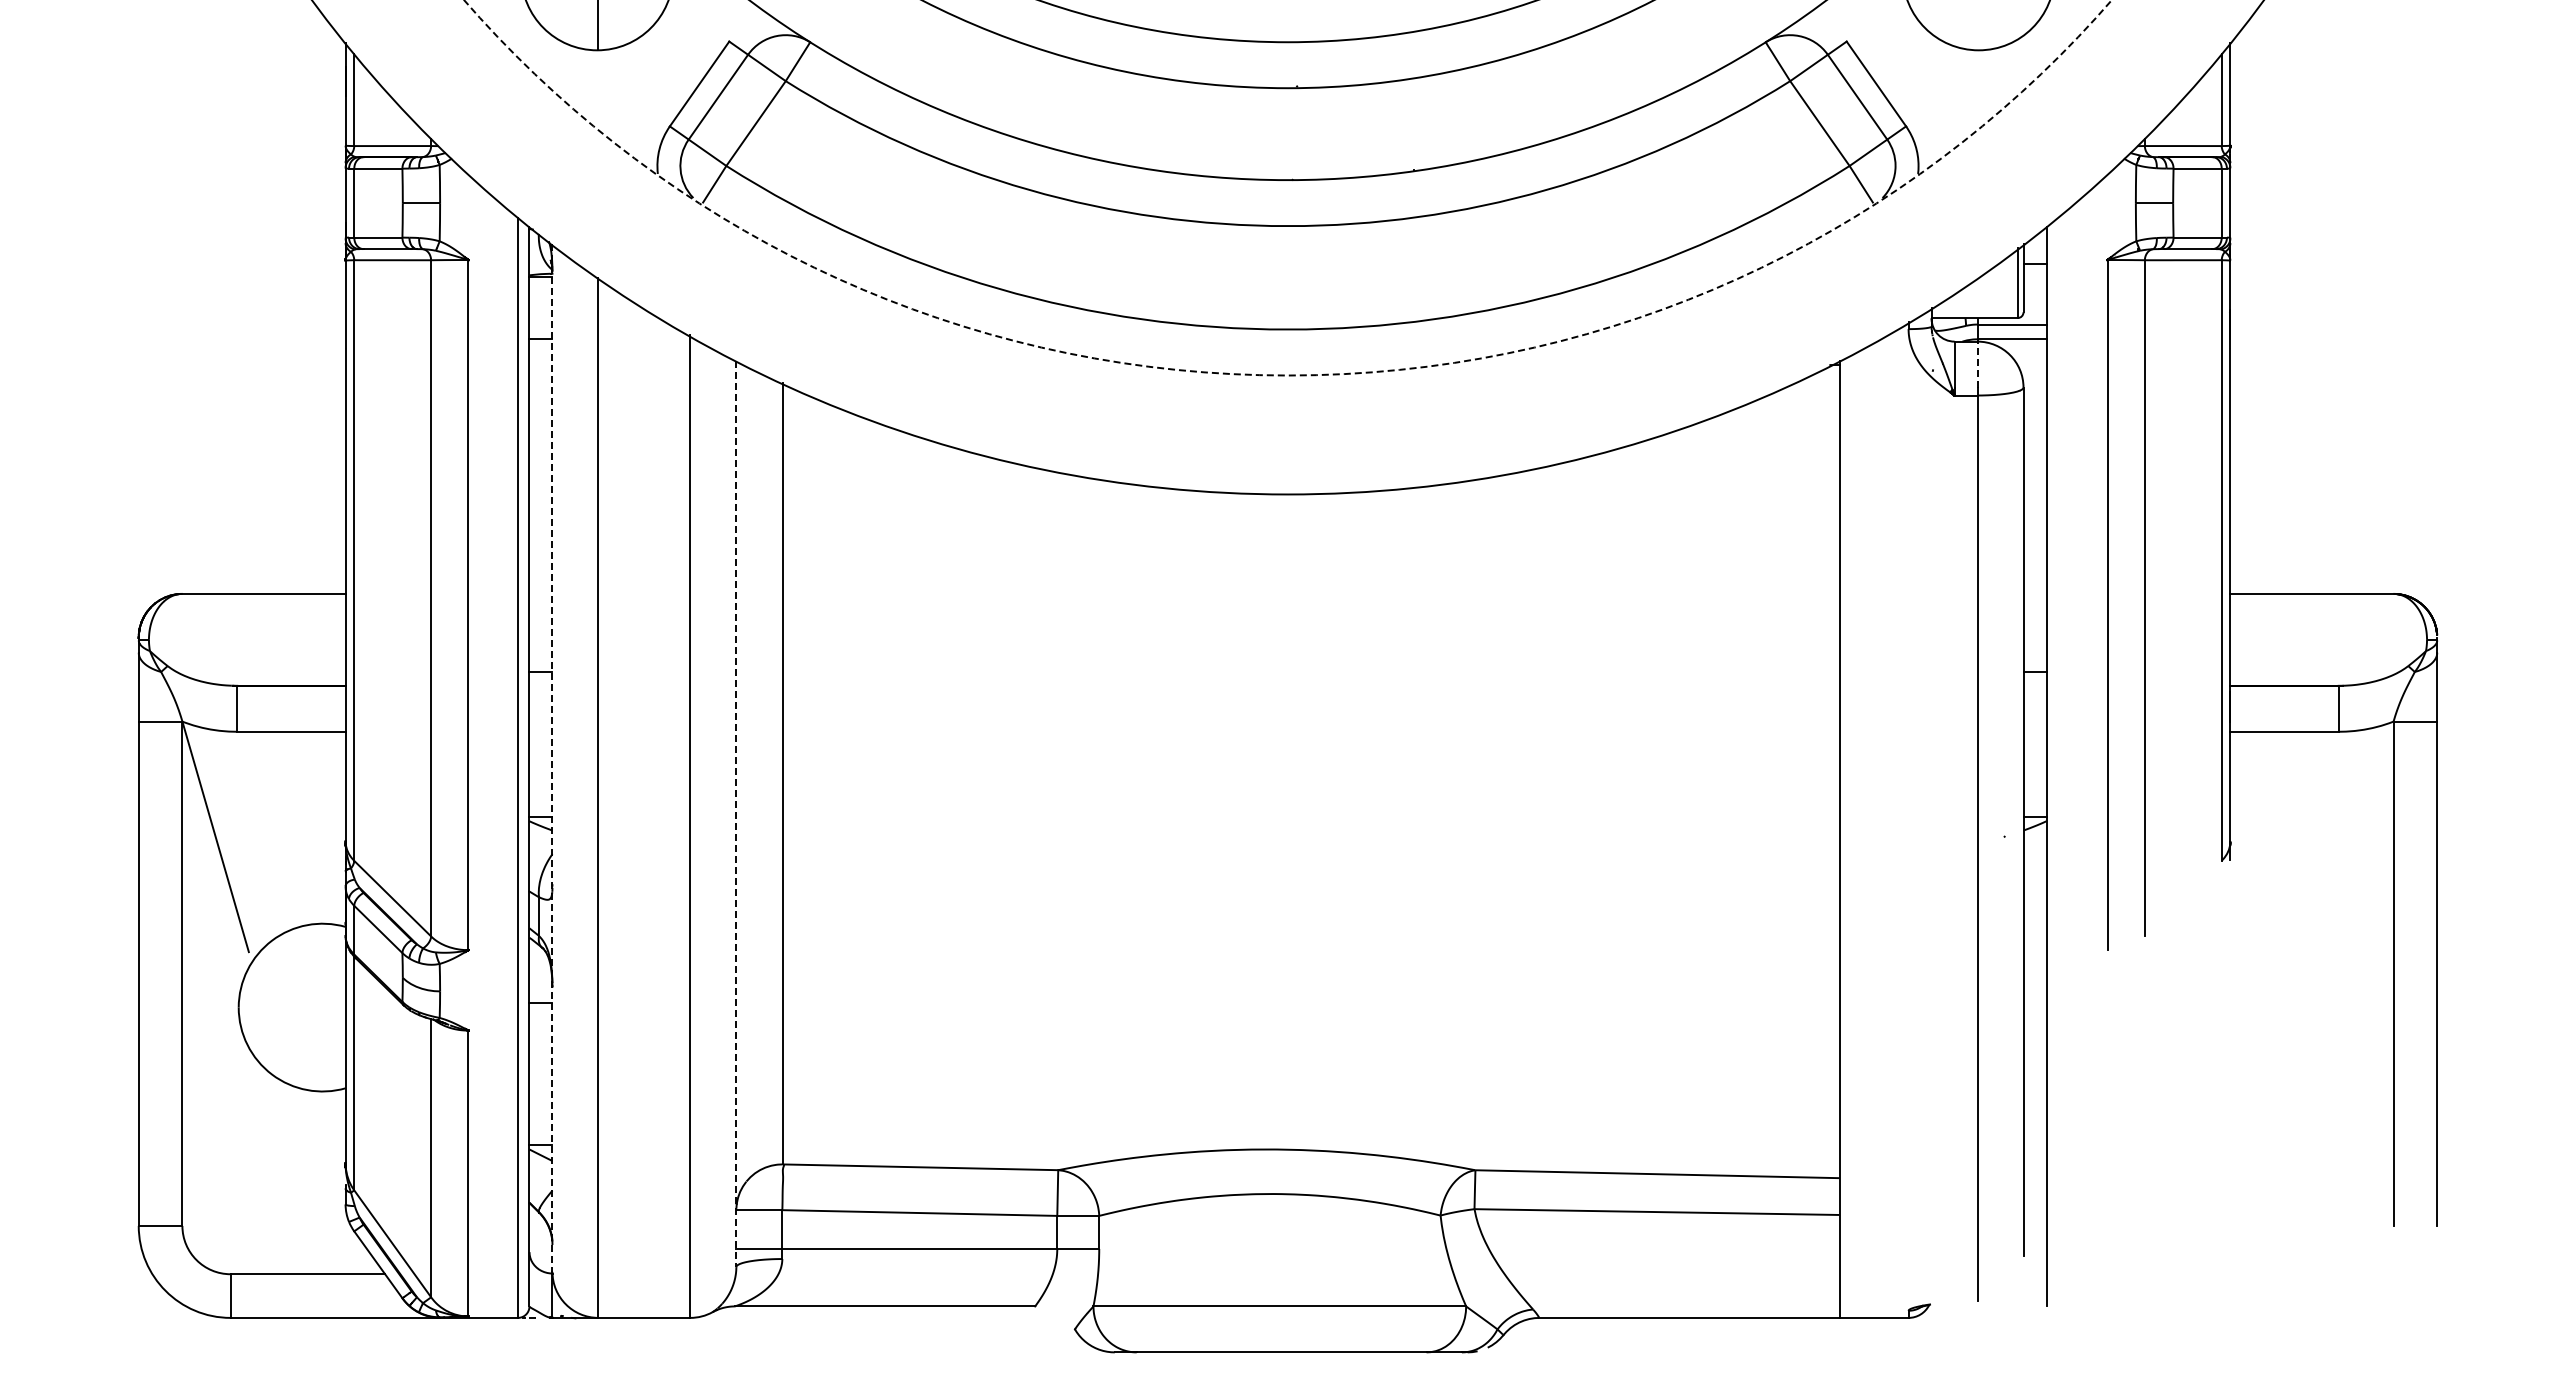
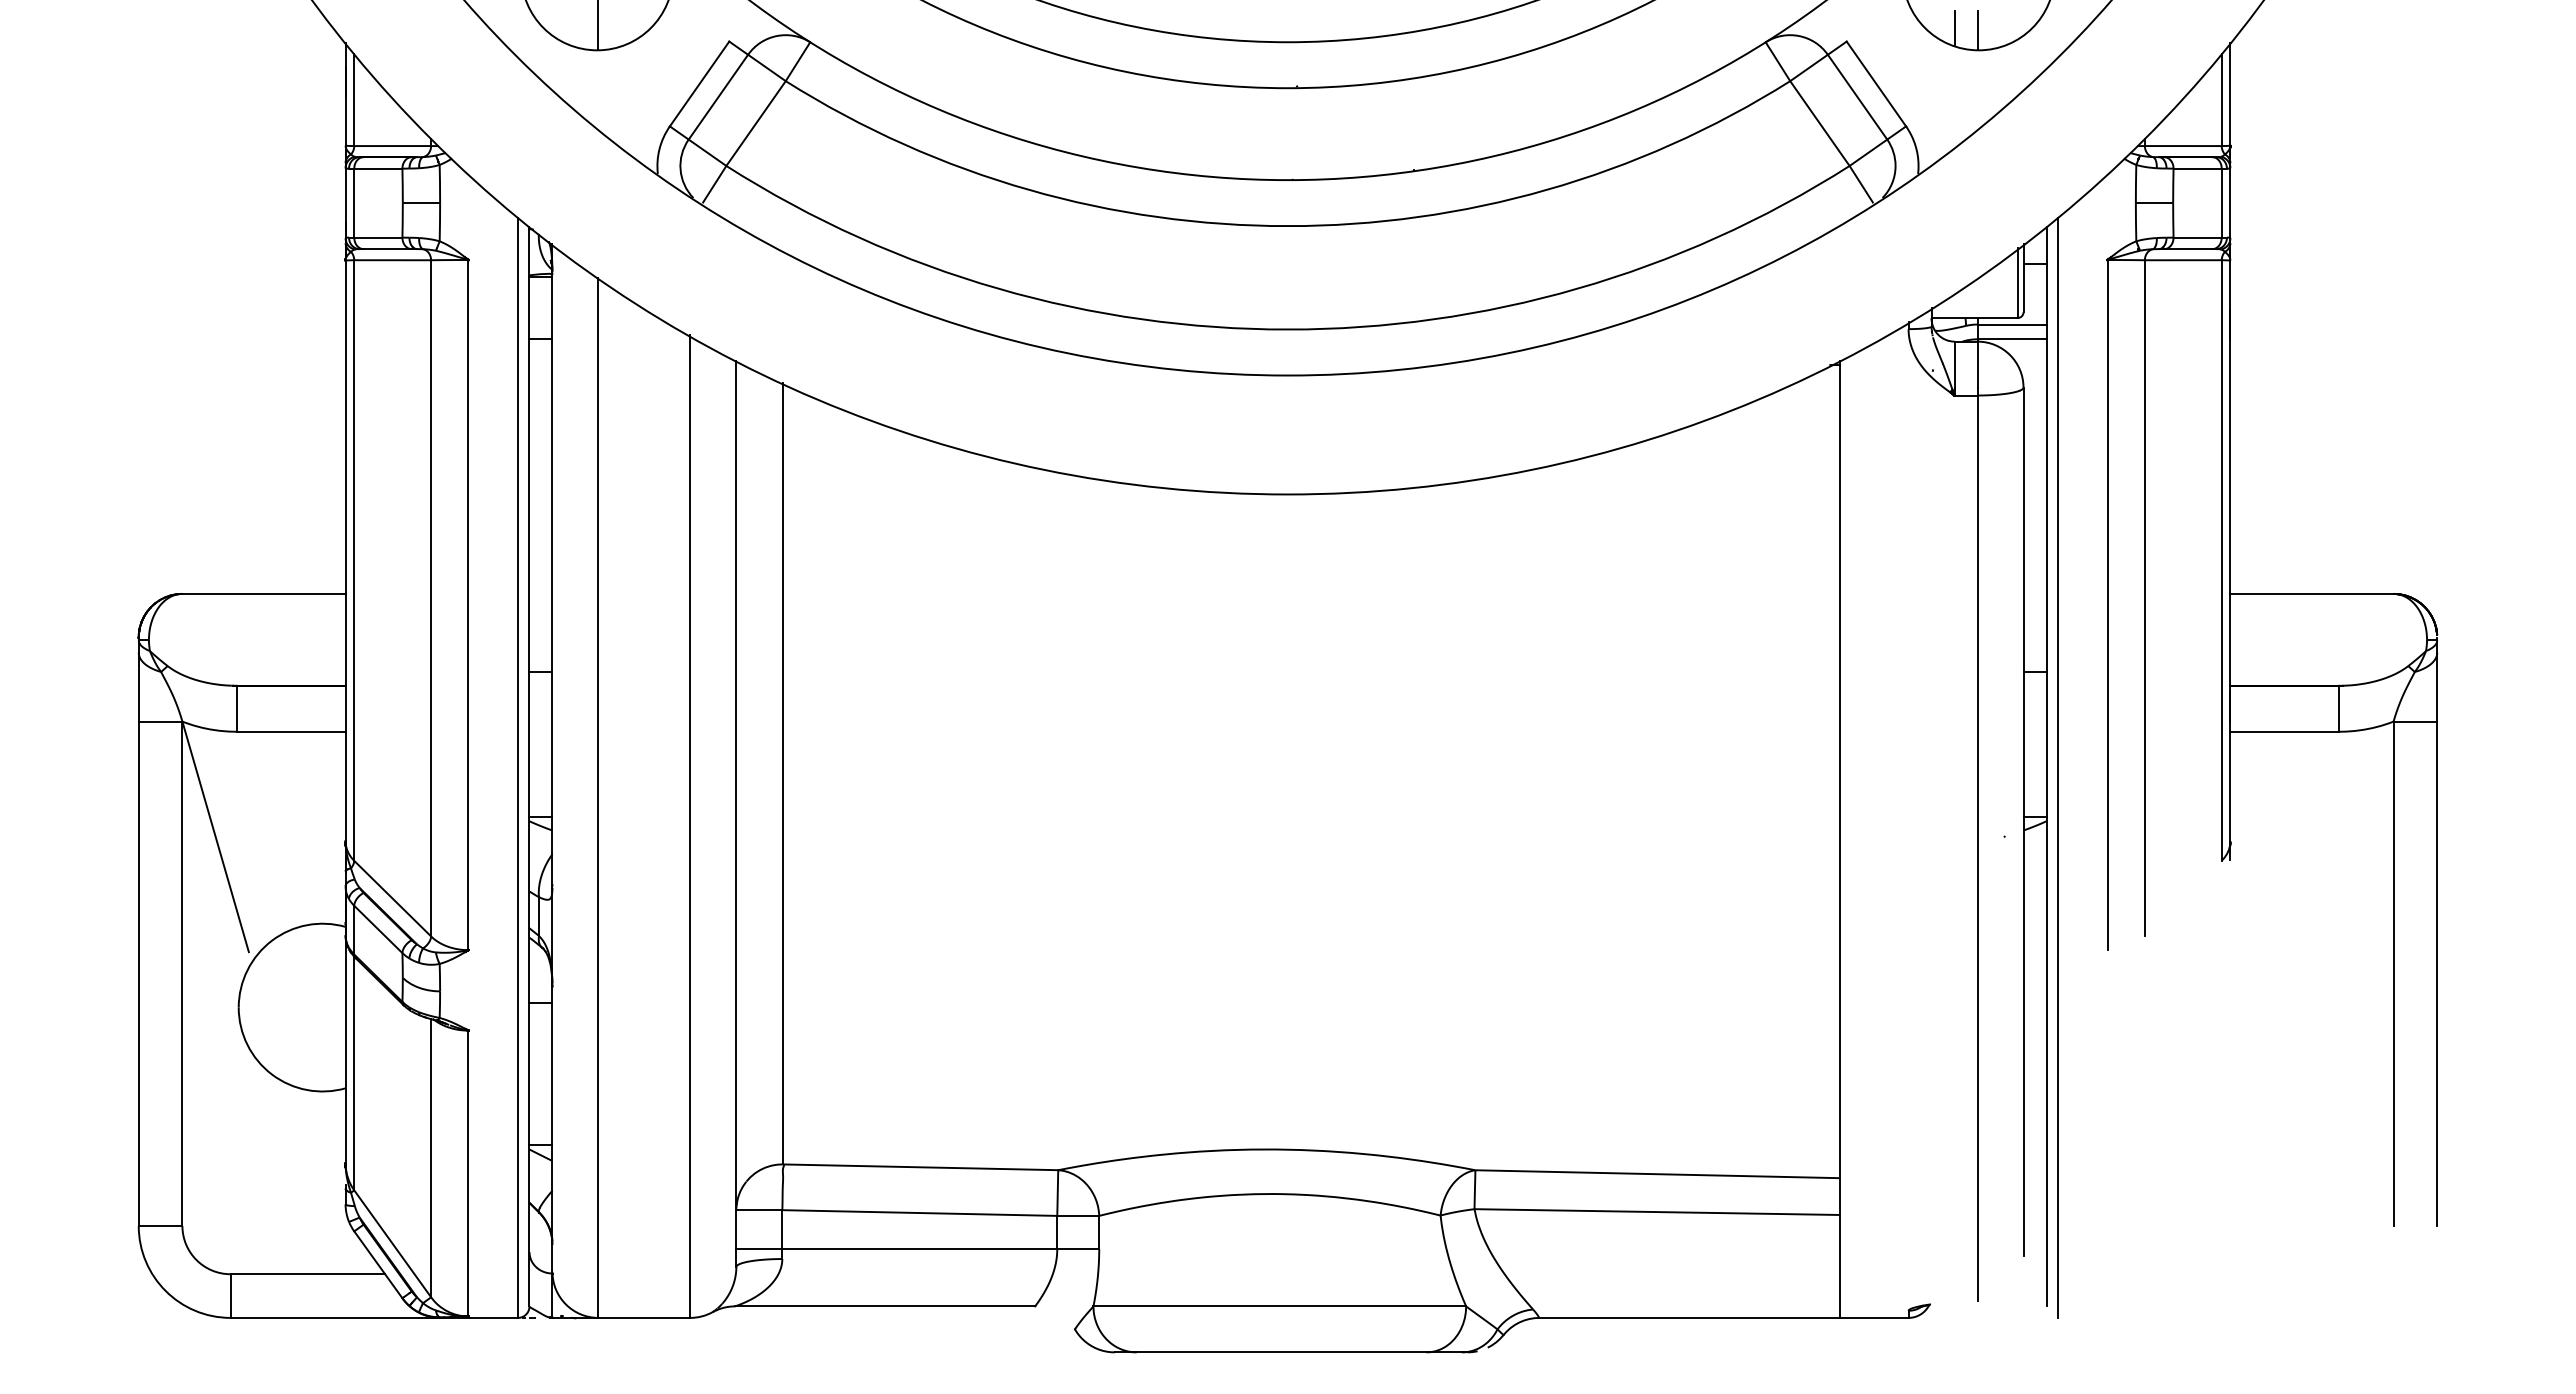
line at (1954, 28): none -> present
line at (1977, 30): none -> present
line at (1977, 364): dashed -> solid
arc at (1287, 375): dashed -> solid
line at (552, 758): dashed -> solid
line at (2057, 767): none -> present
line at (736, 814): dashed -> solid
